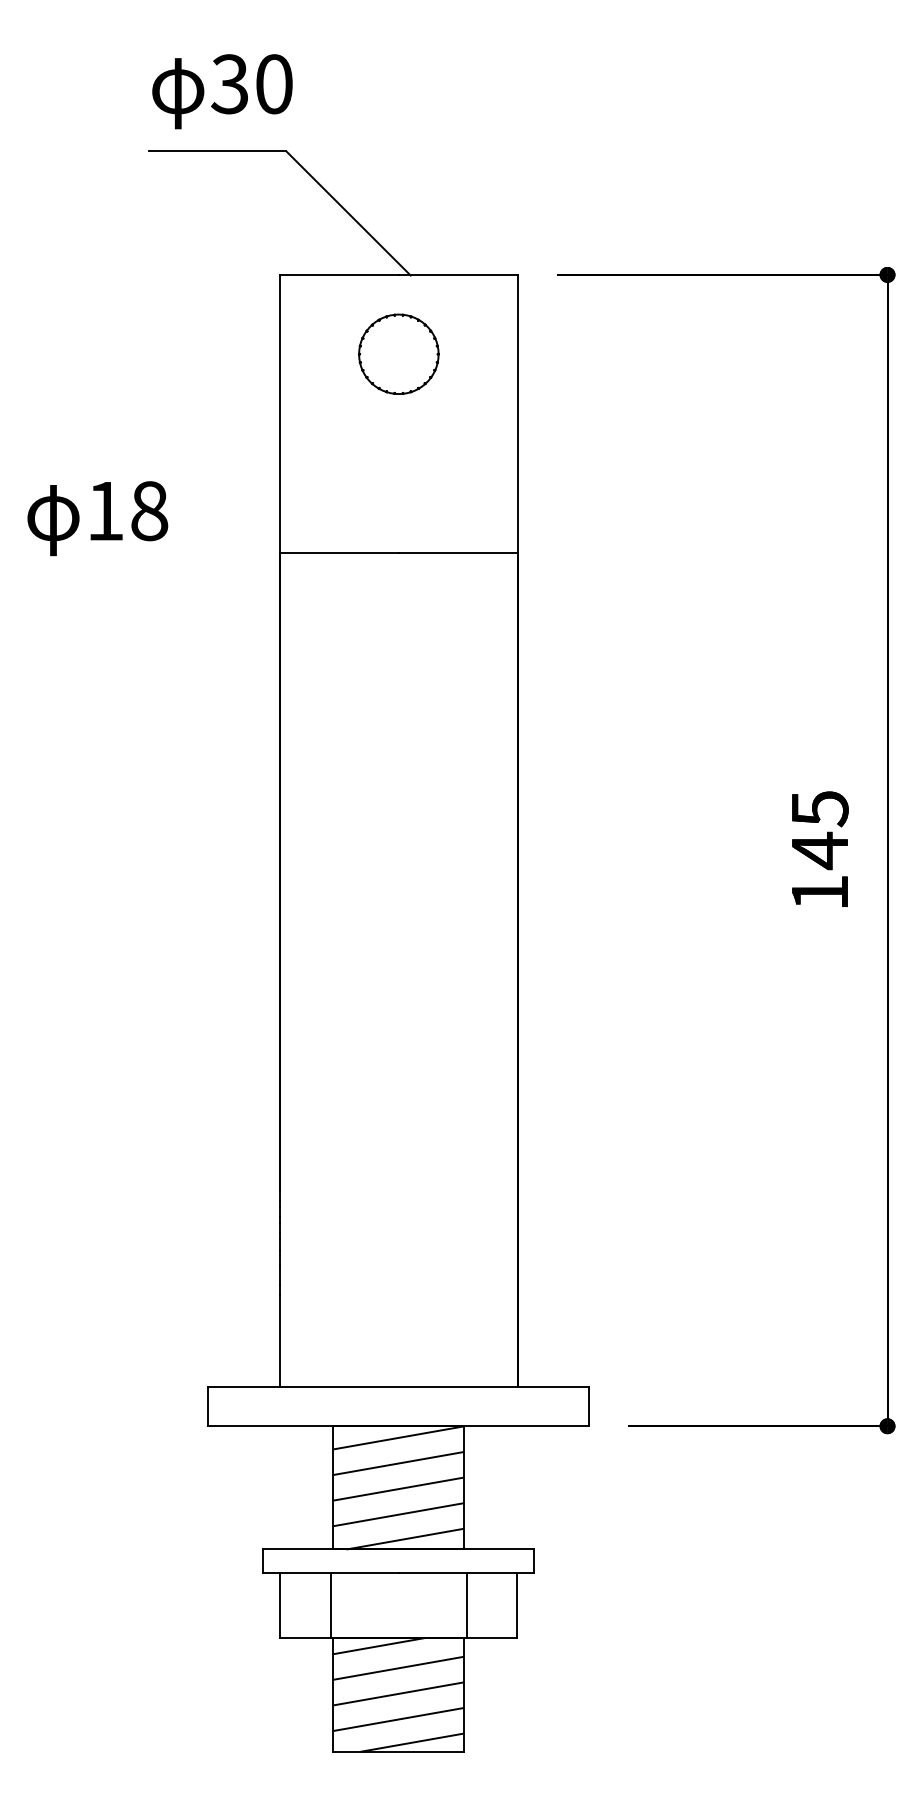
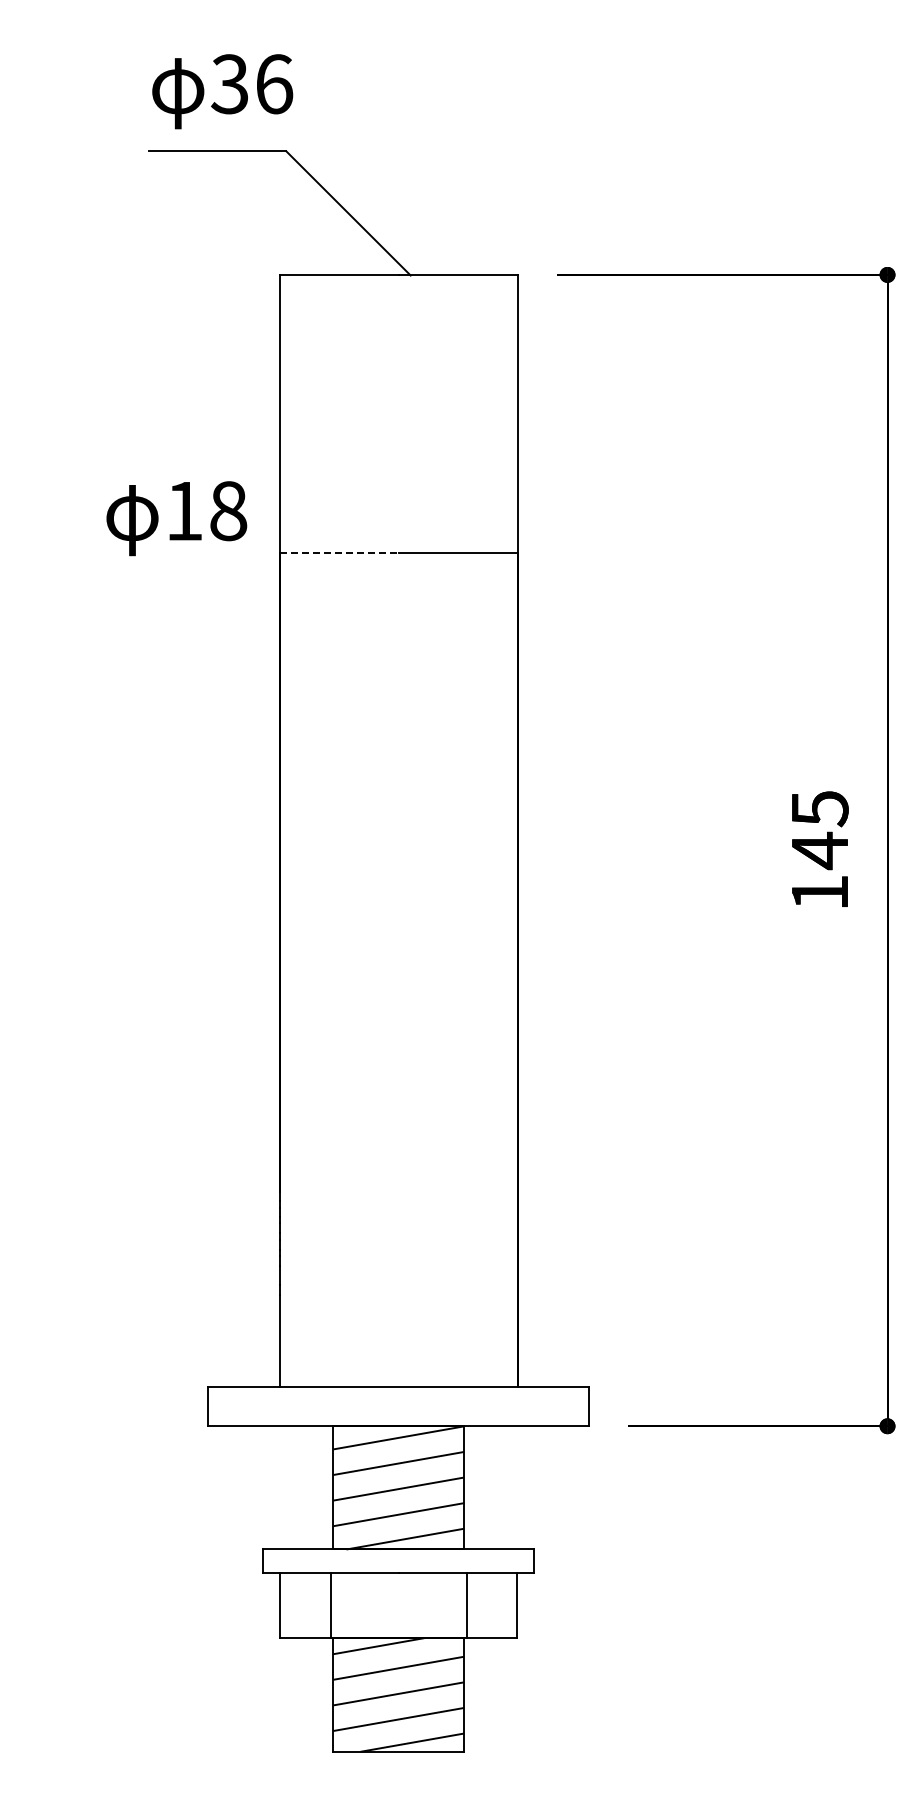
text at (274, 84): 30 -> 36
part at (398, 353): present -> none
text at (97, 518) position: (97, 518) -> (176, 518)
line at (339, 552): solid -> dashed
